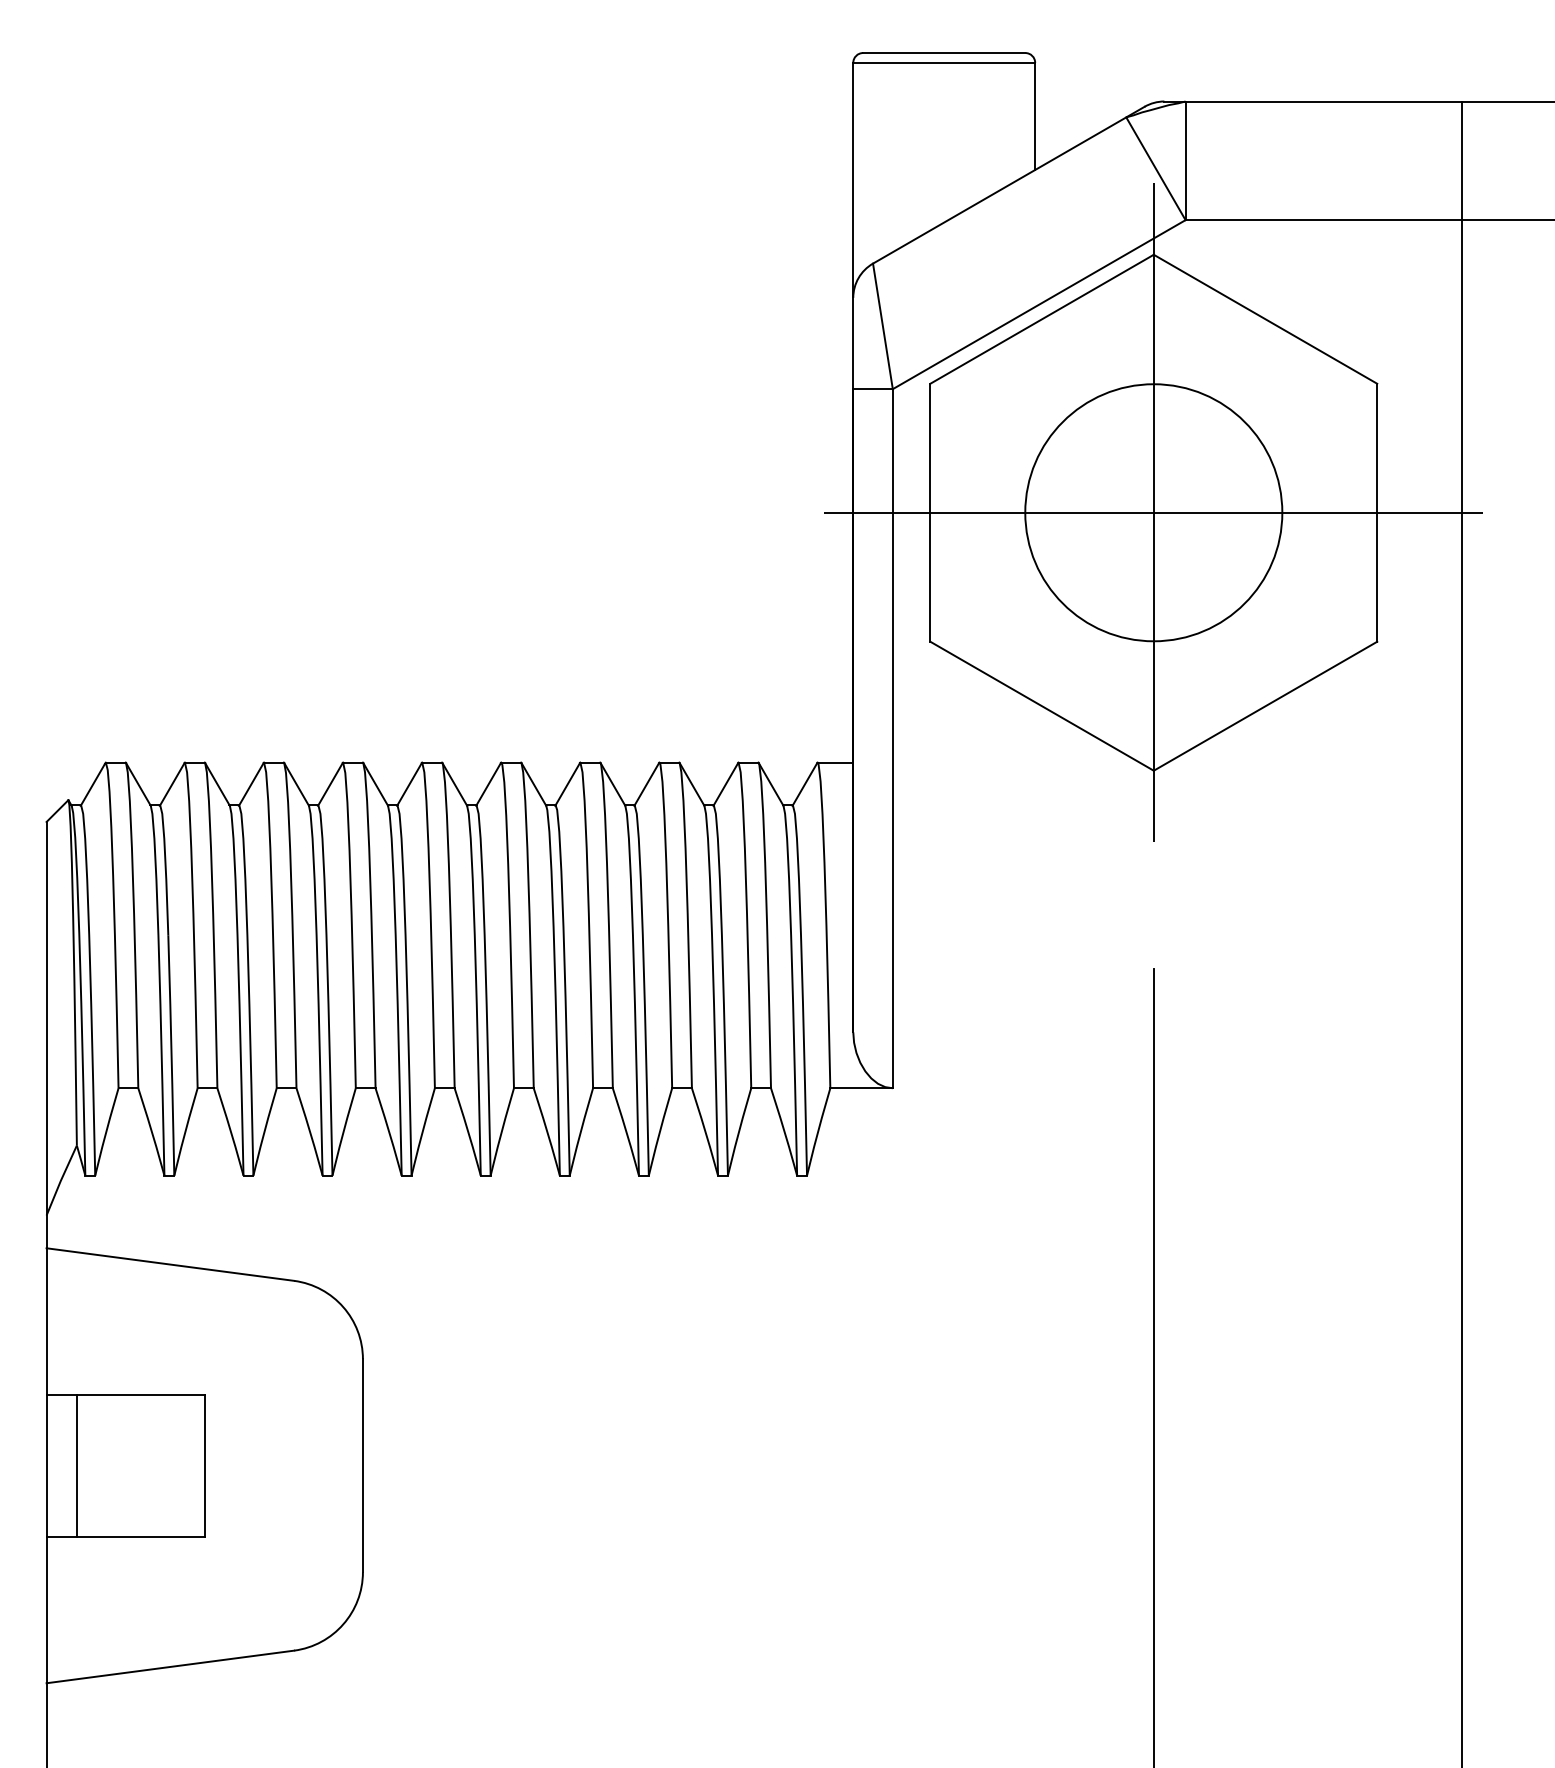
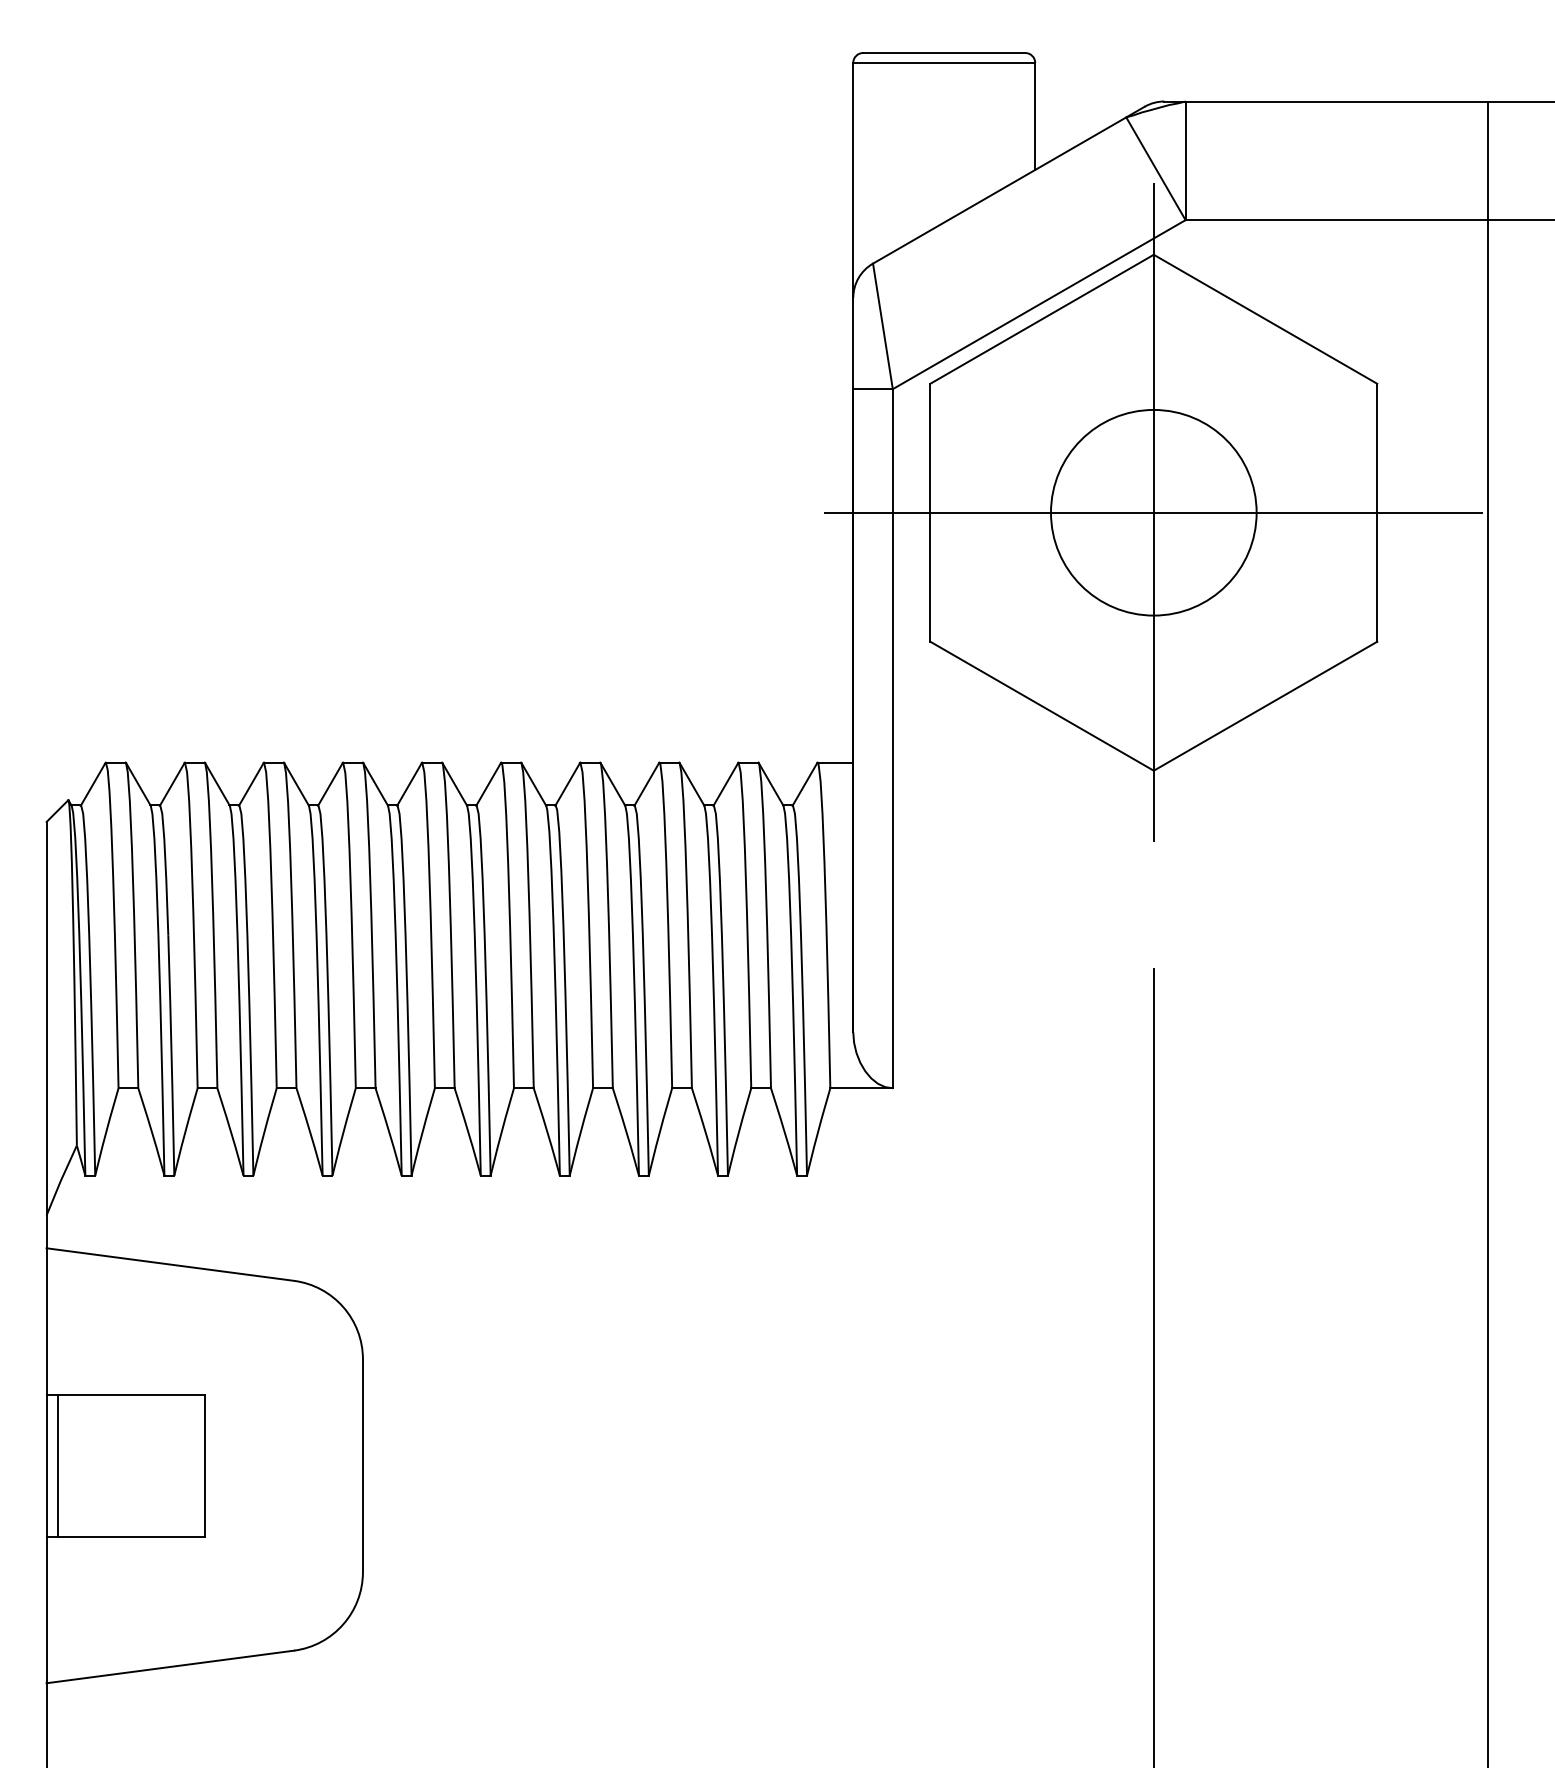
circle at (1153, 512) diameter: 257 px -> 206 px
line at (1462, 932) position: (1462, 932) -> (1488, 932)
line at (76, 1465) position: (76, 1465) -> (57, 1465)
